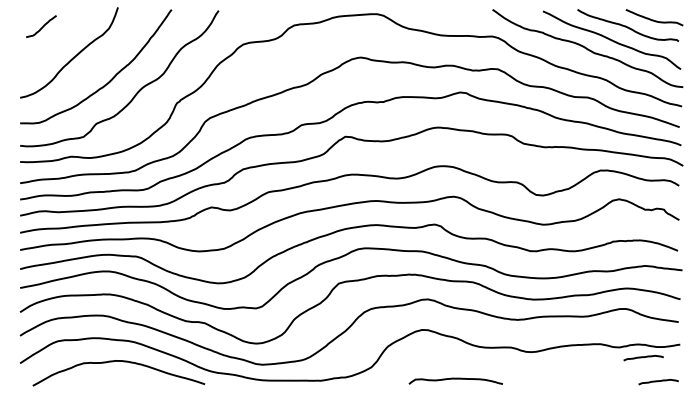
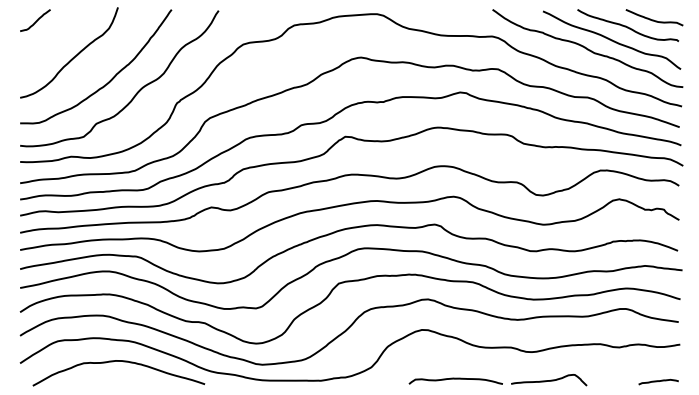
curve at (42, 26) position: (42, 26) -> (36, 20)
curve at (643, 357): present -> none
curve at (549, 380): none -> present
